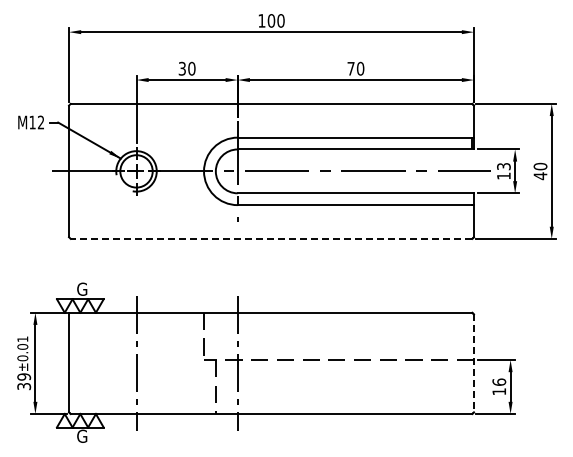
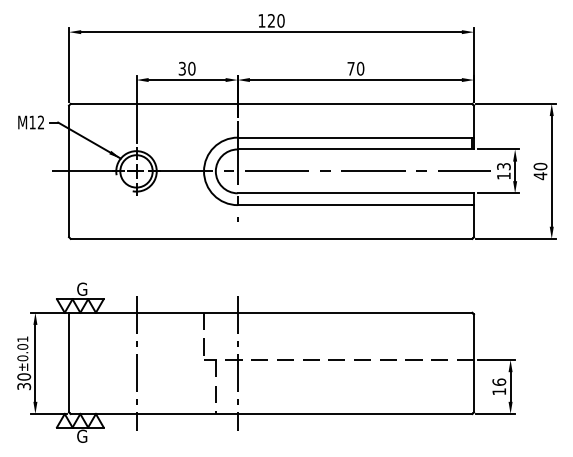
text at (271, 20): 100 -> 120
line at (271, 238): dashed -> solid
line at (474, 363): dashed -> solid
text at (24, 376): 39 -> 30
